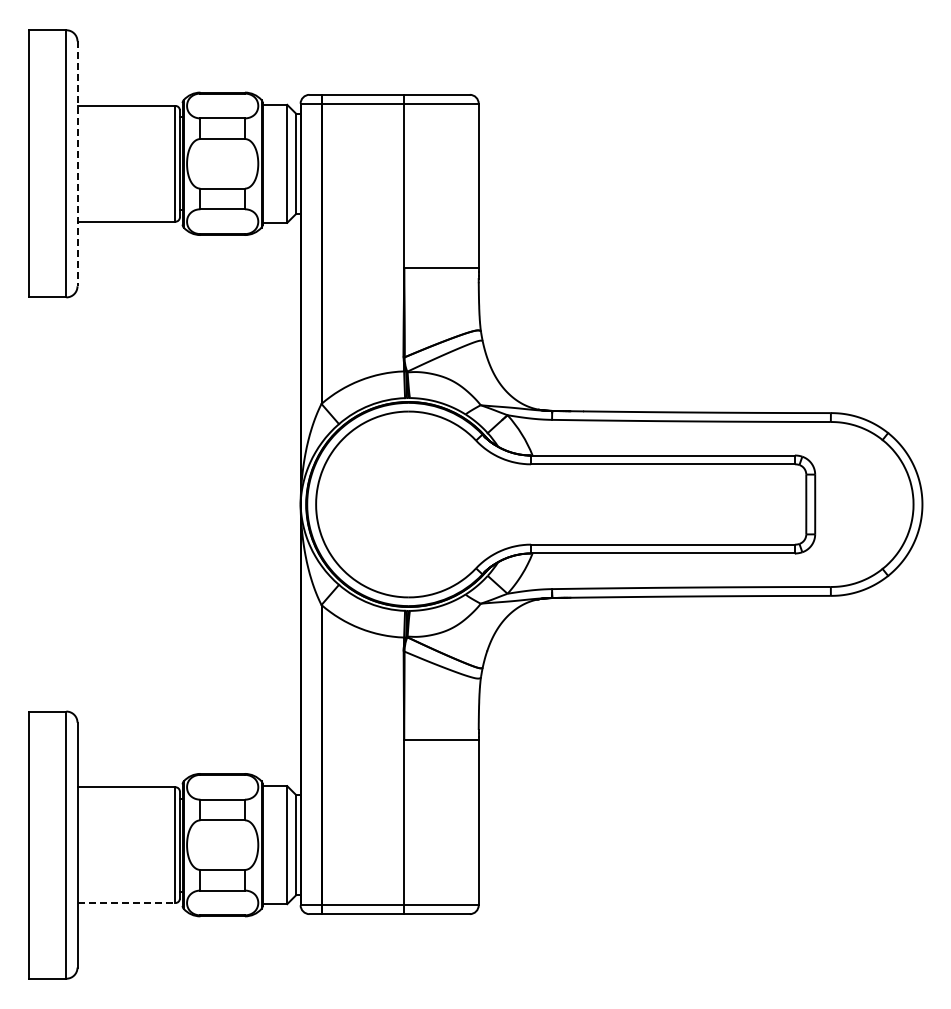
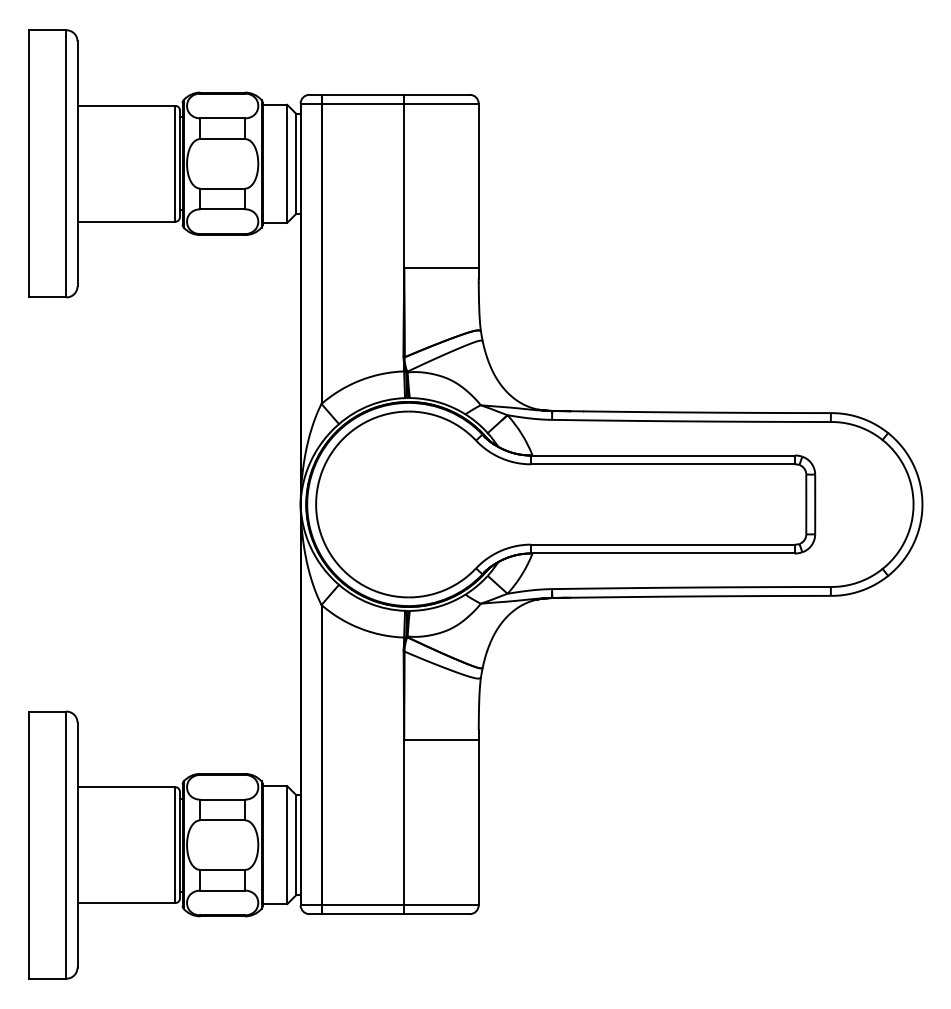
line at (77, 164): dashed -> solid
line at (126, 903): dashed -> solid
